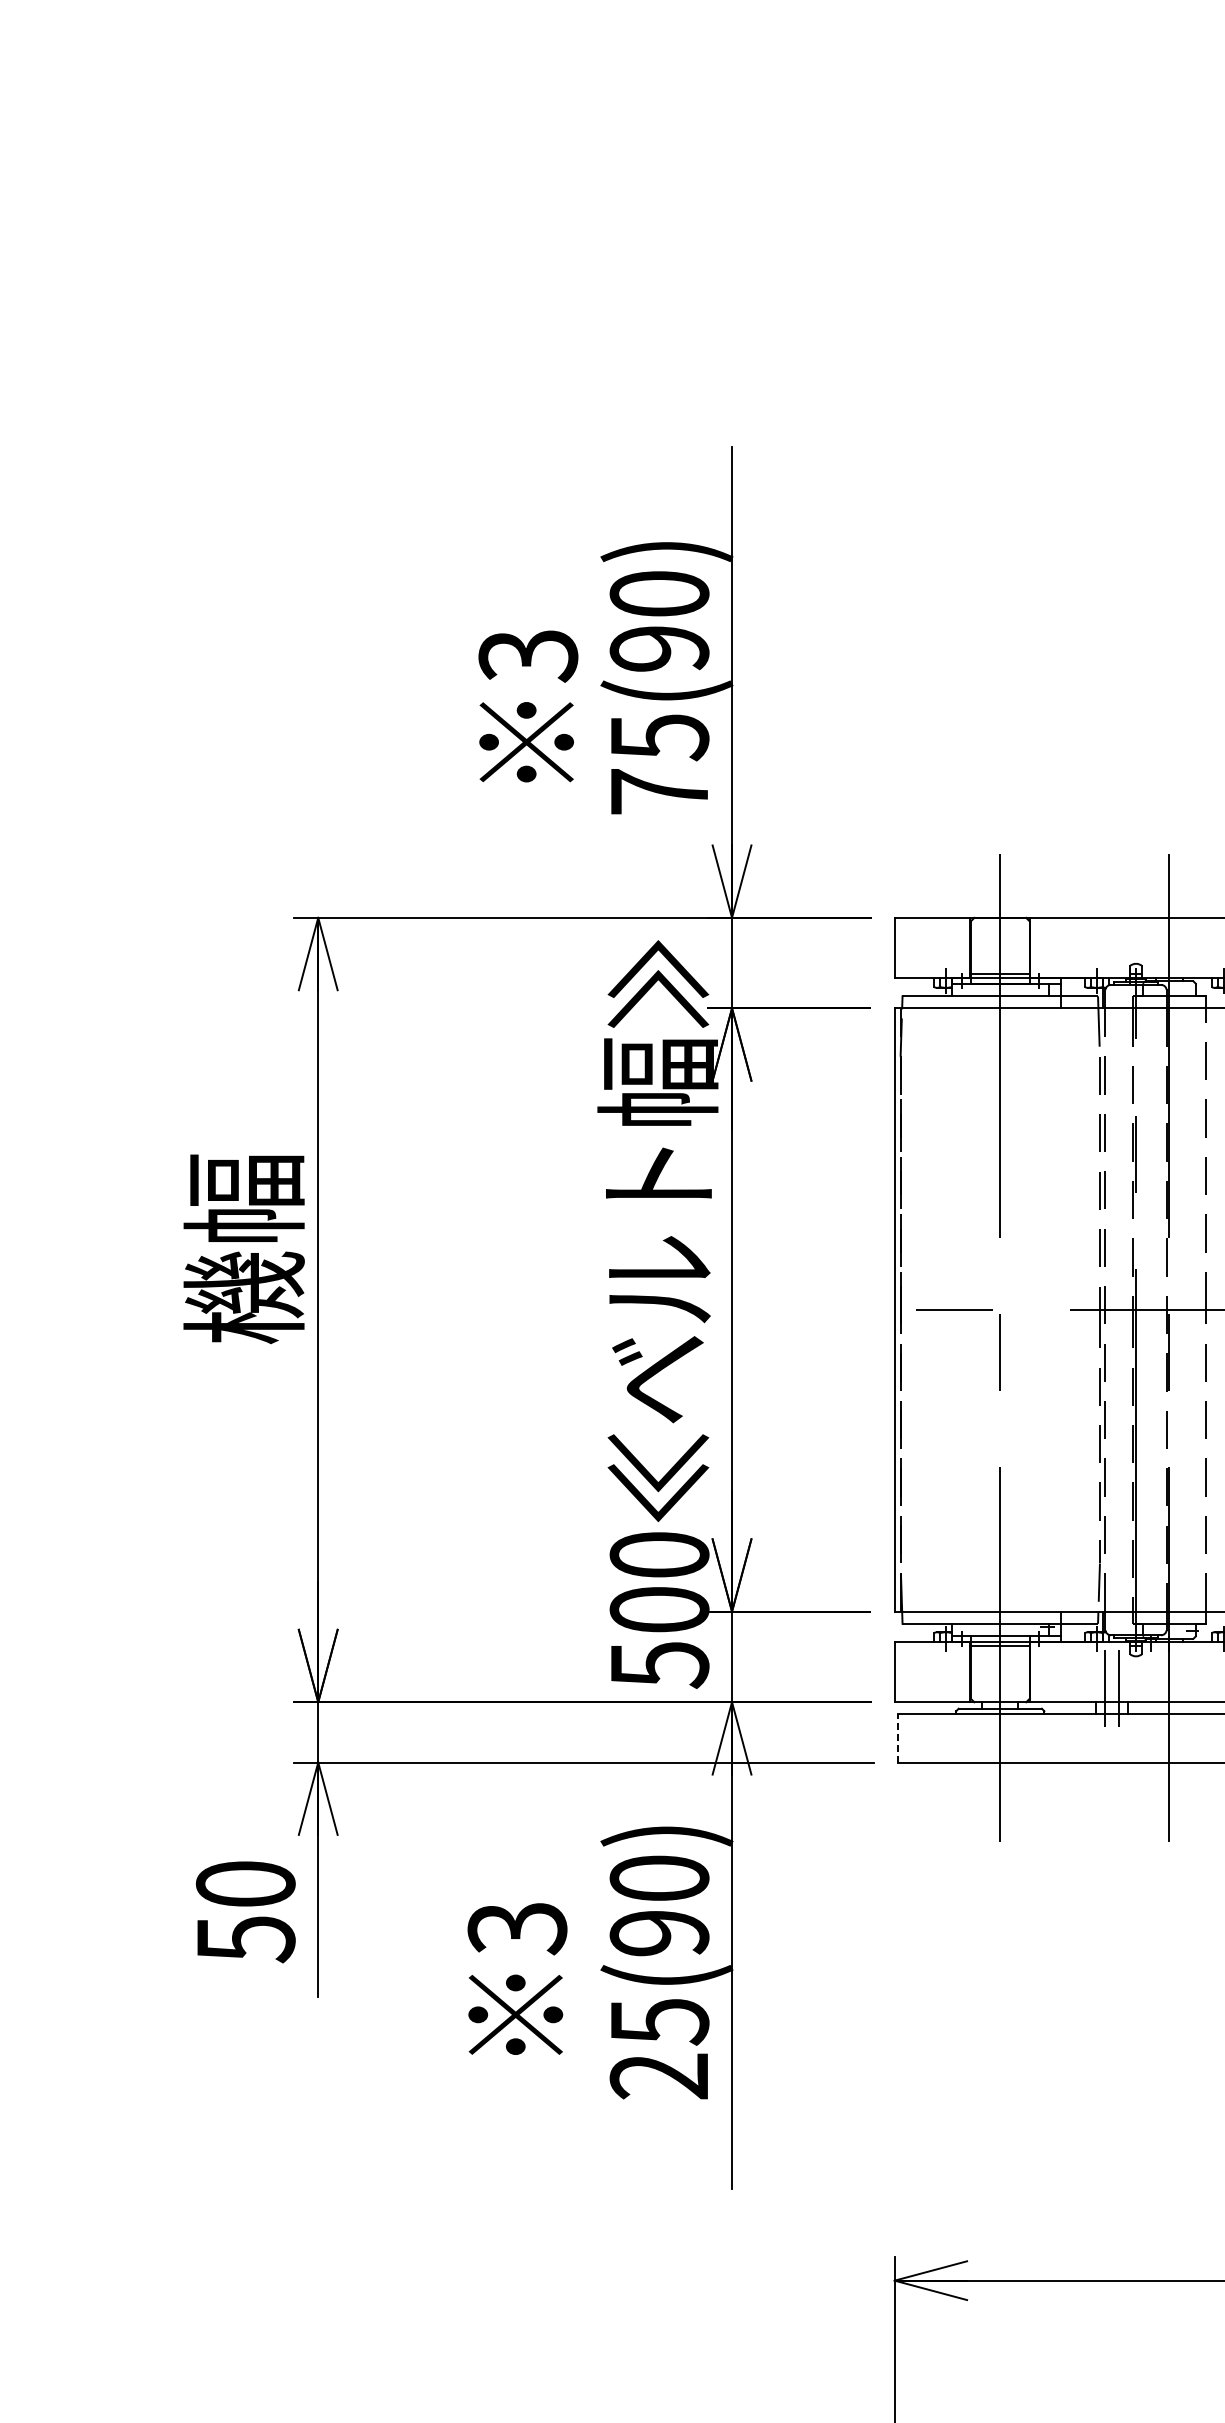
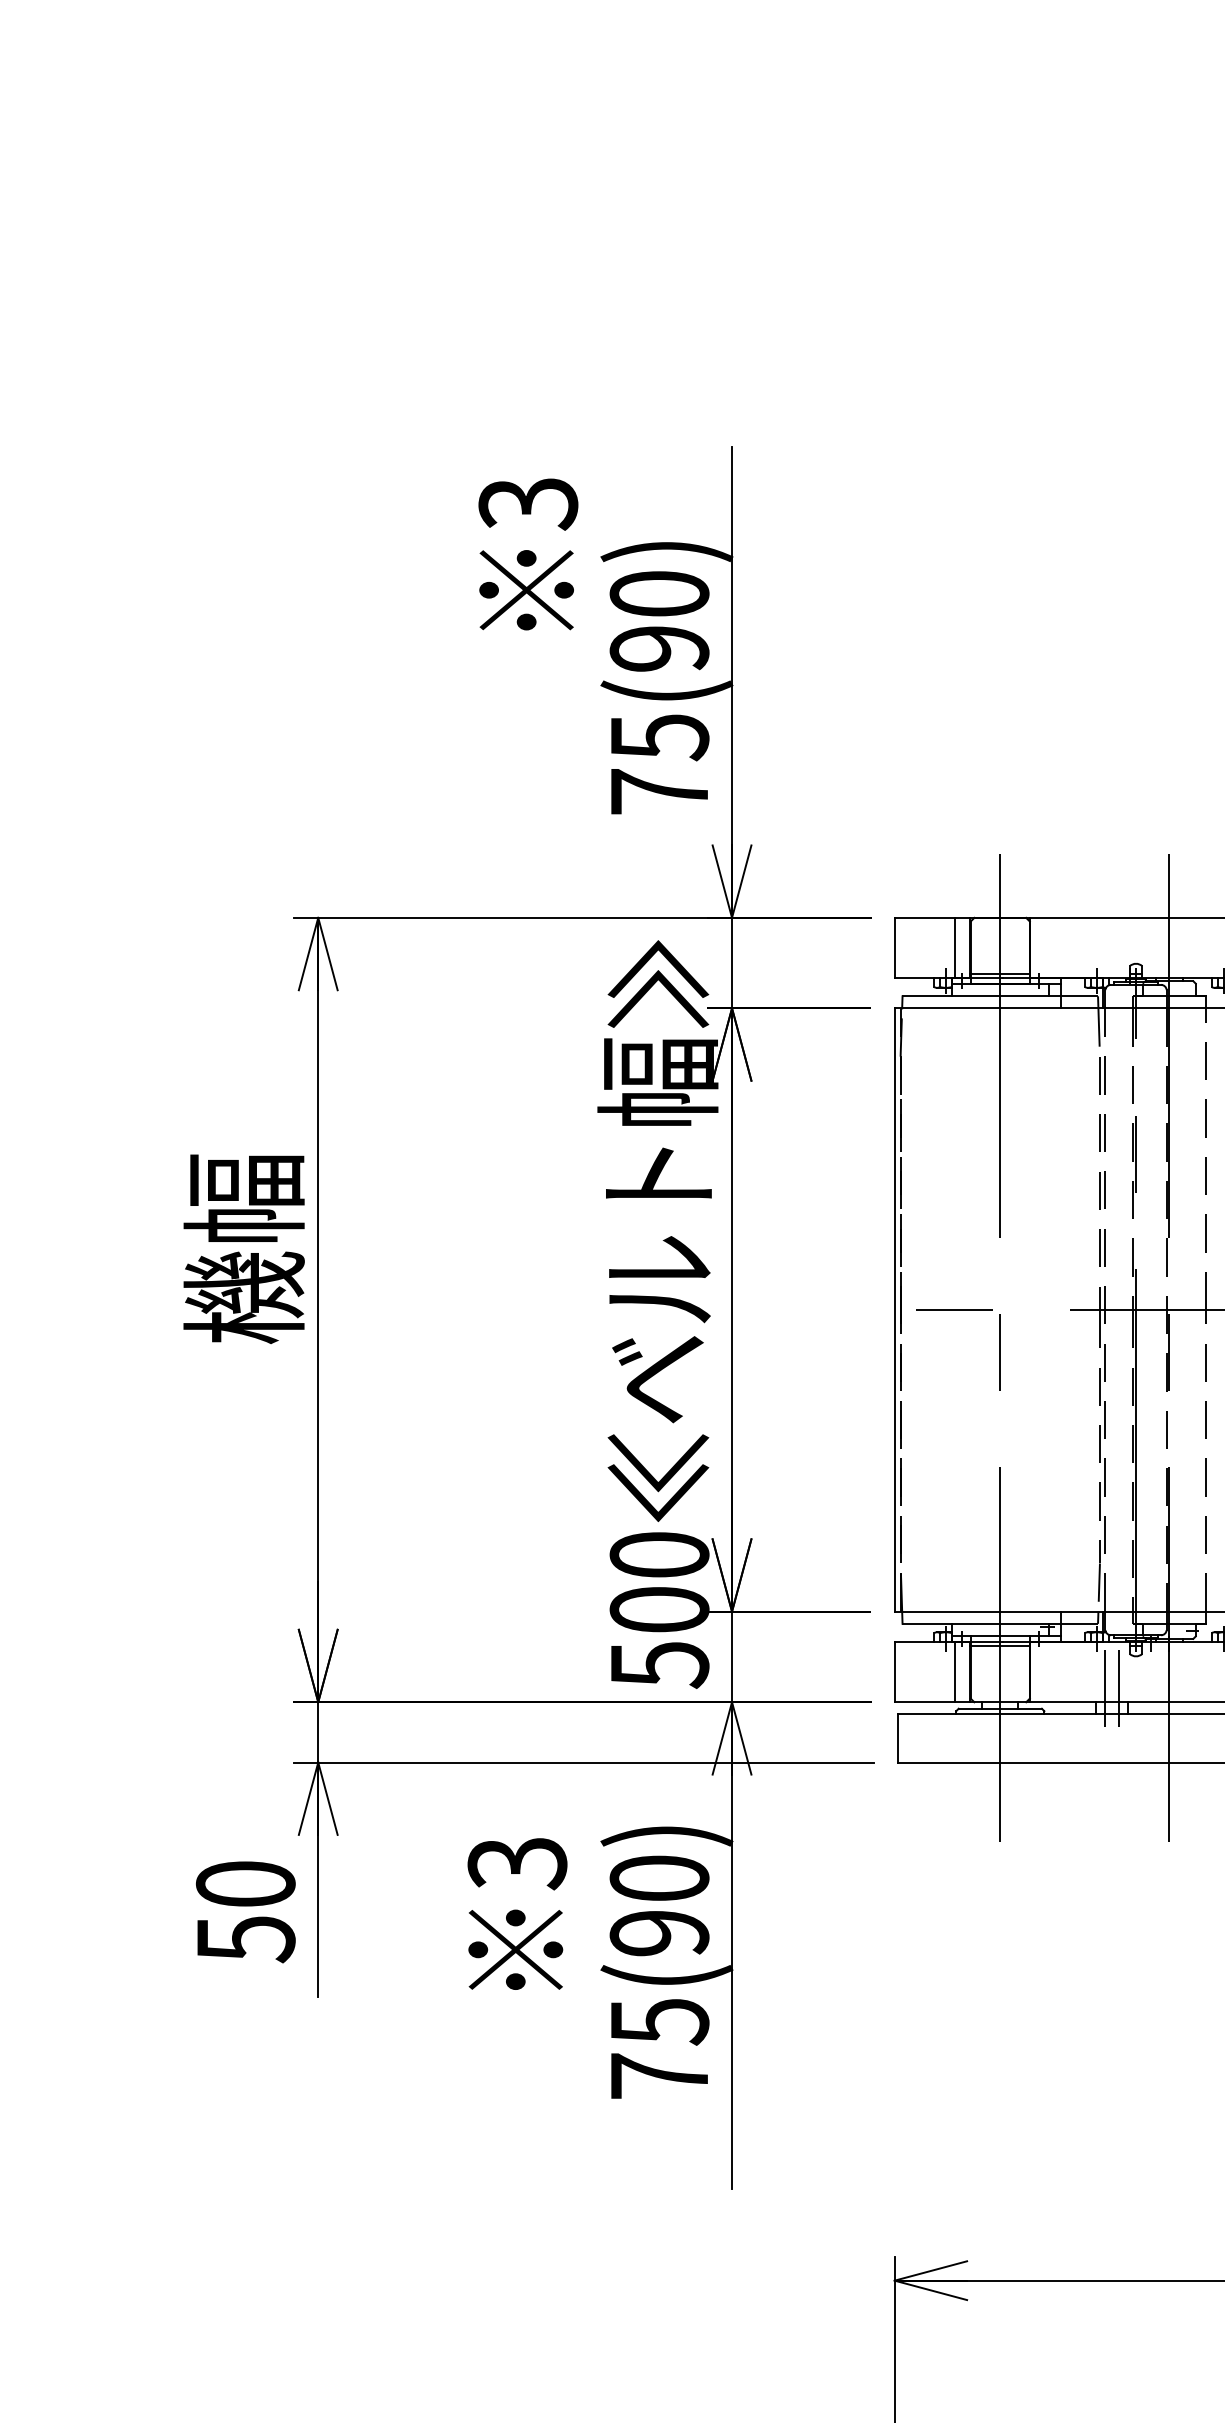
text at (528, 706) position: (528, 706) -> (528, 554)
line at (955, 947): none -> present
line at (955, 1671): none -> present
line at (897, 1737): dashed -> solid
text at (517, 1978) position: (517, 1978) -> (517, 1913)
text at (658, 2076): 25(90) -> 75(90)
